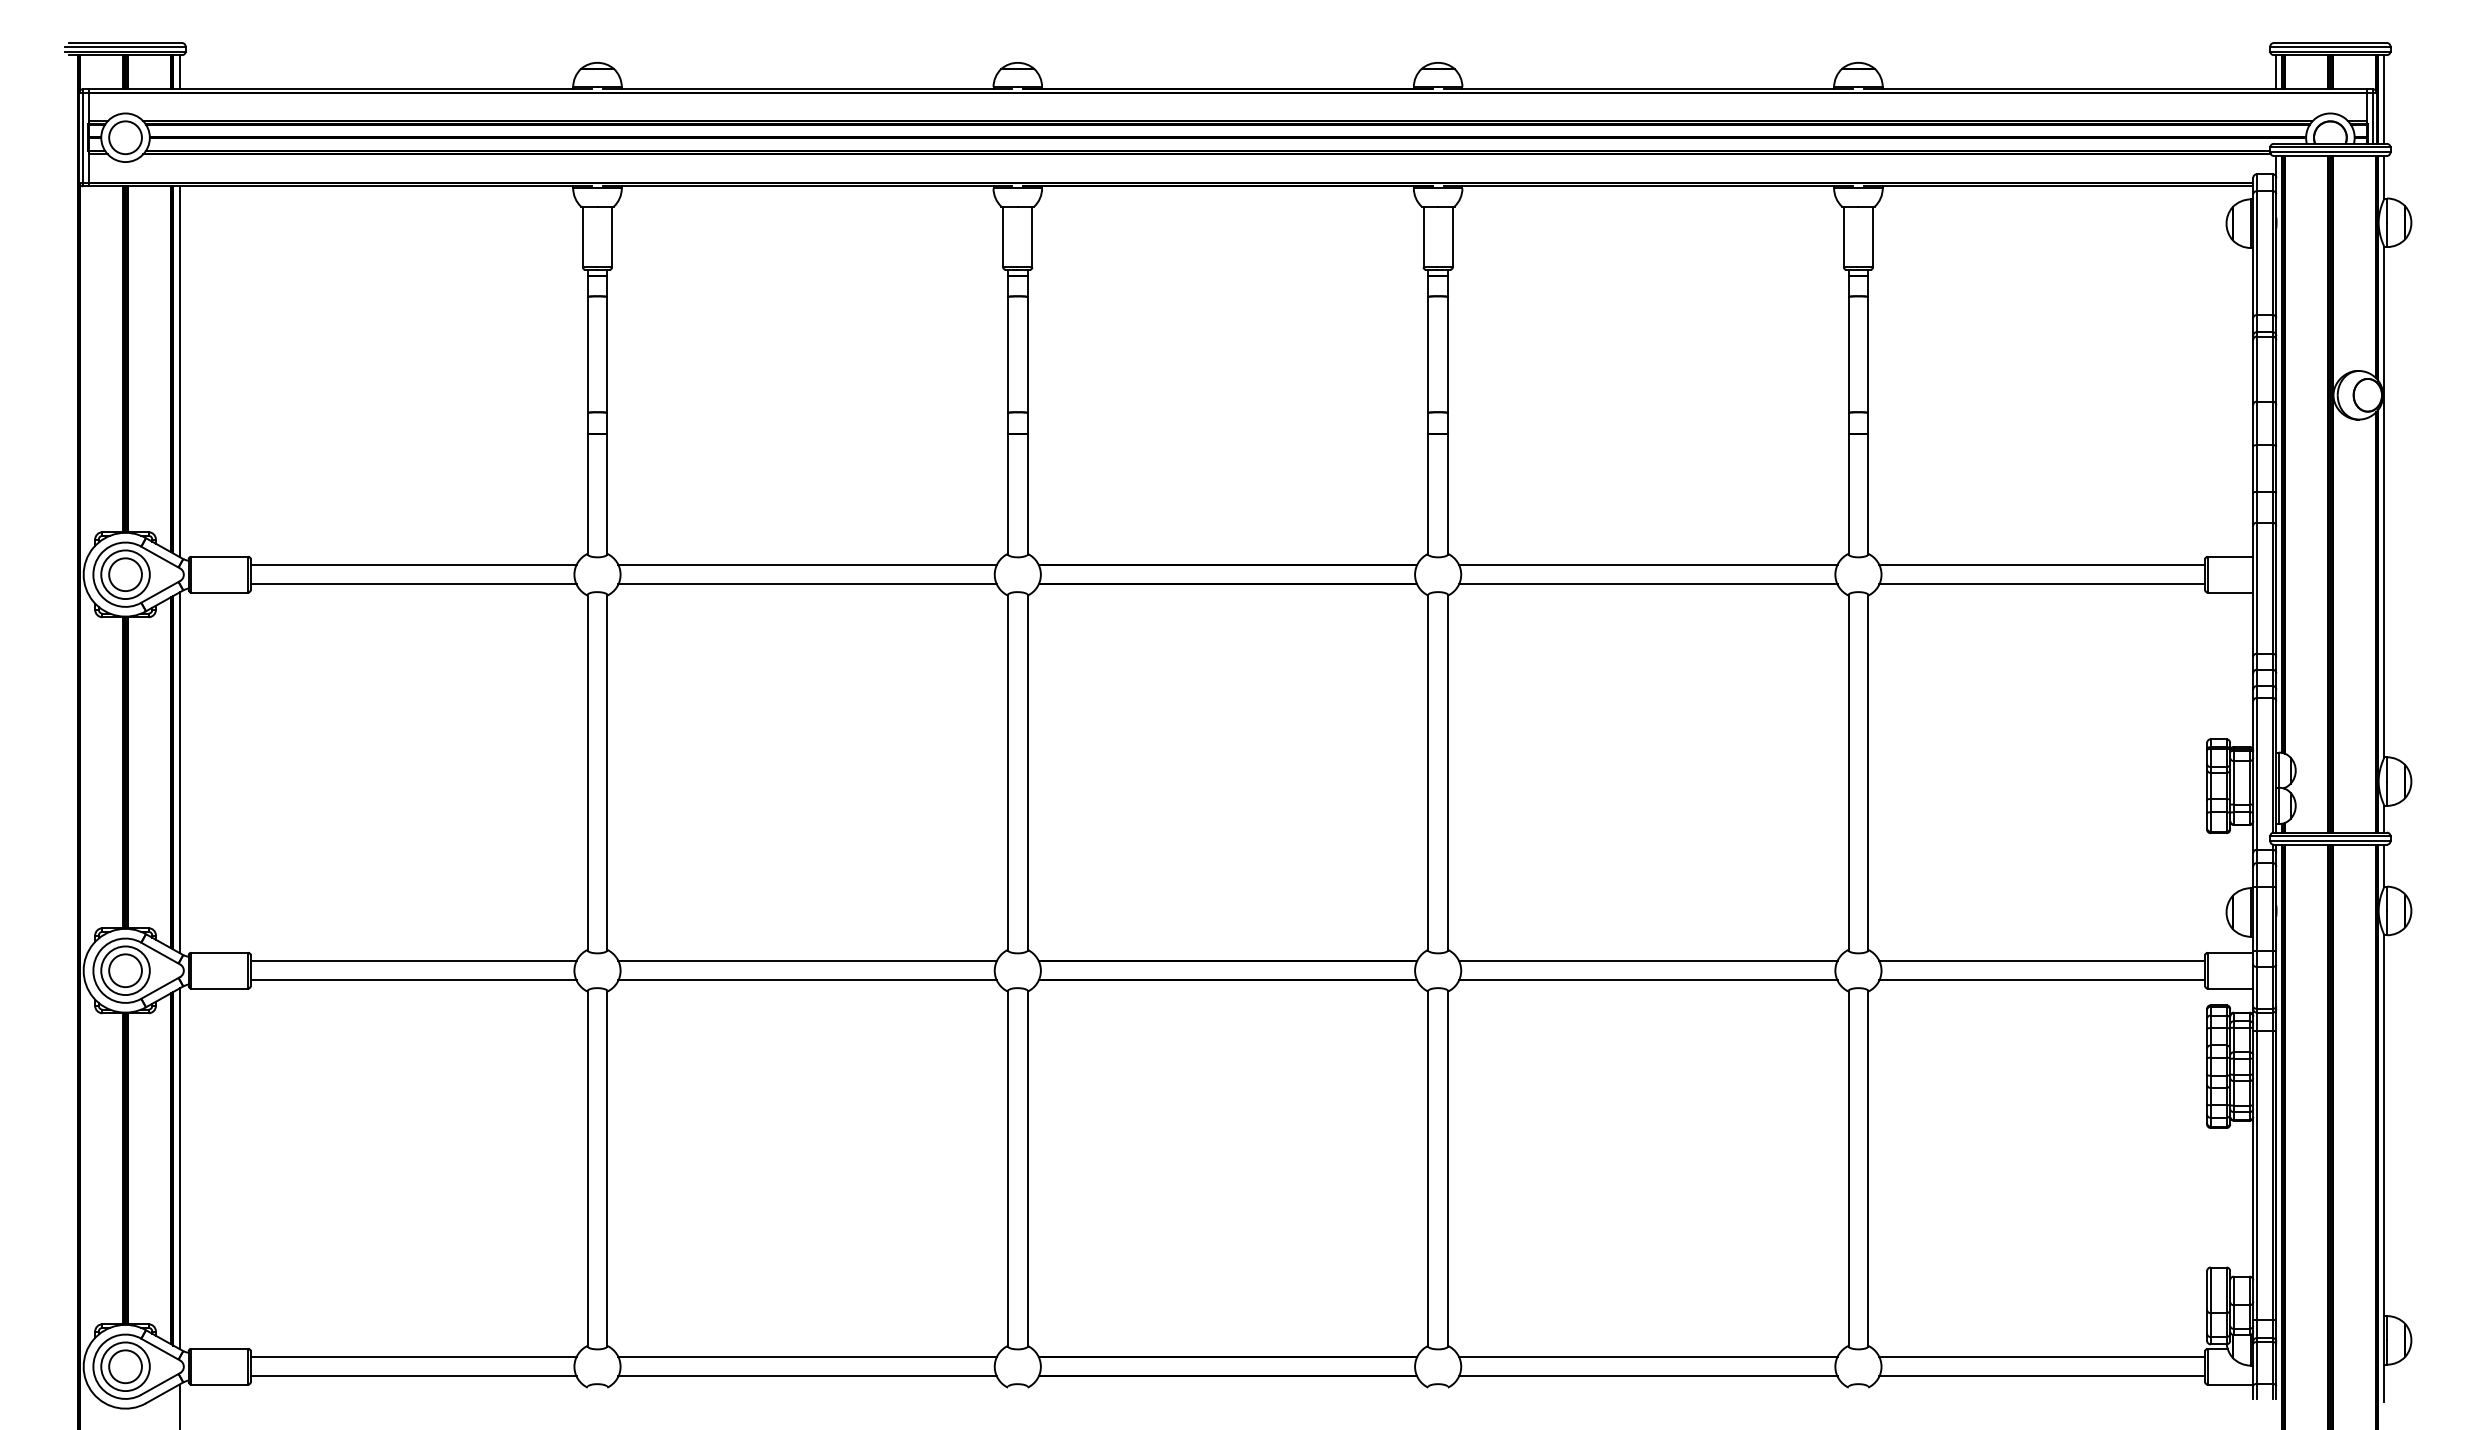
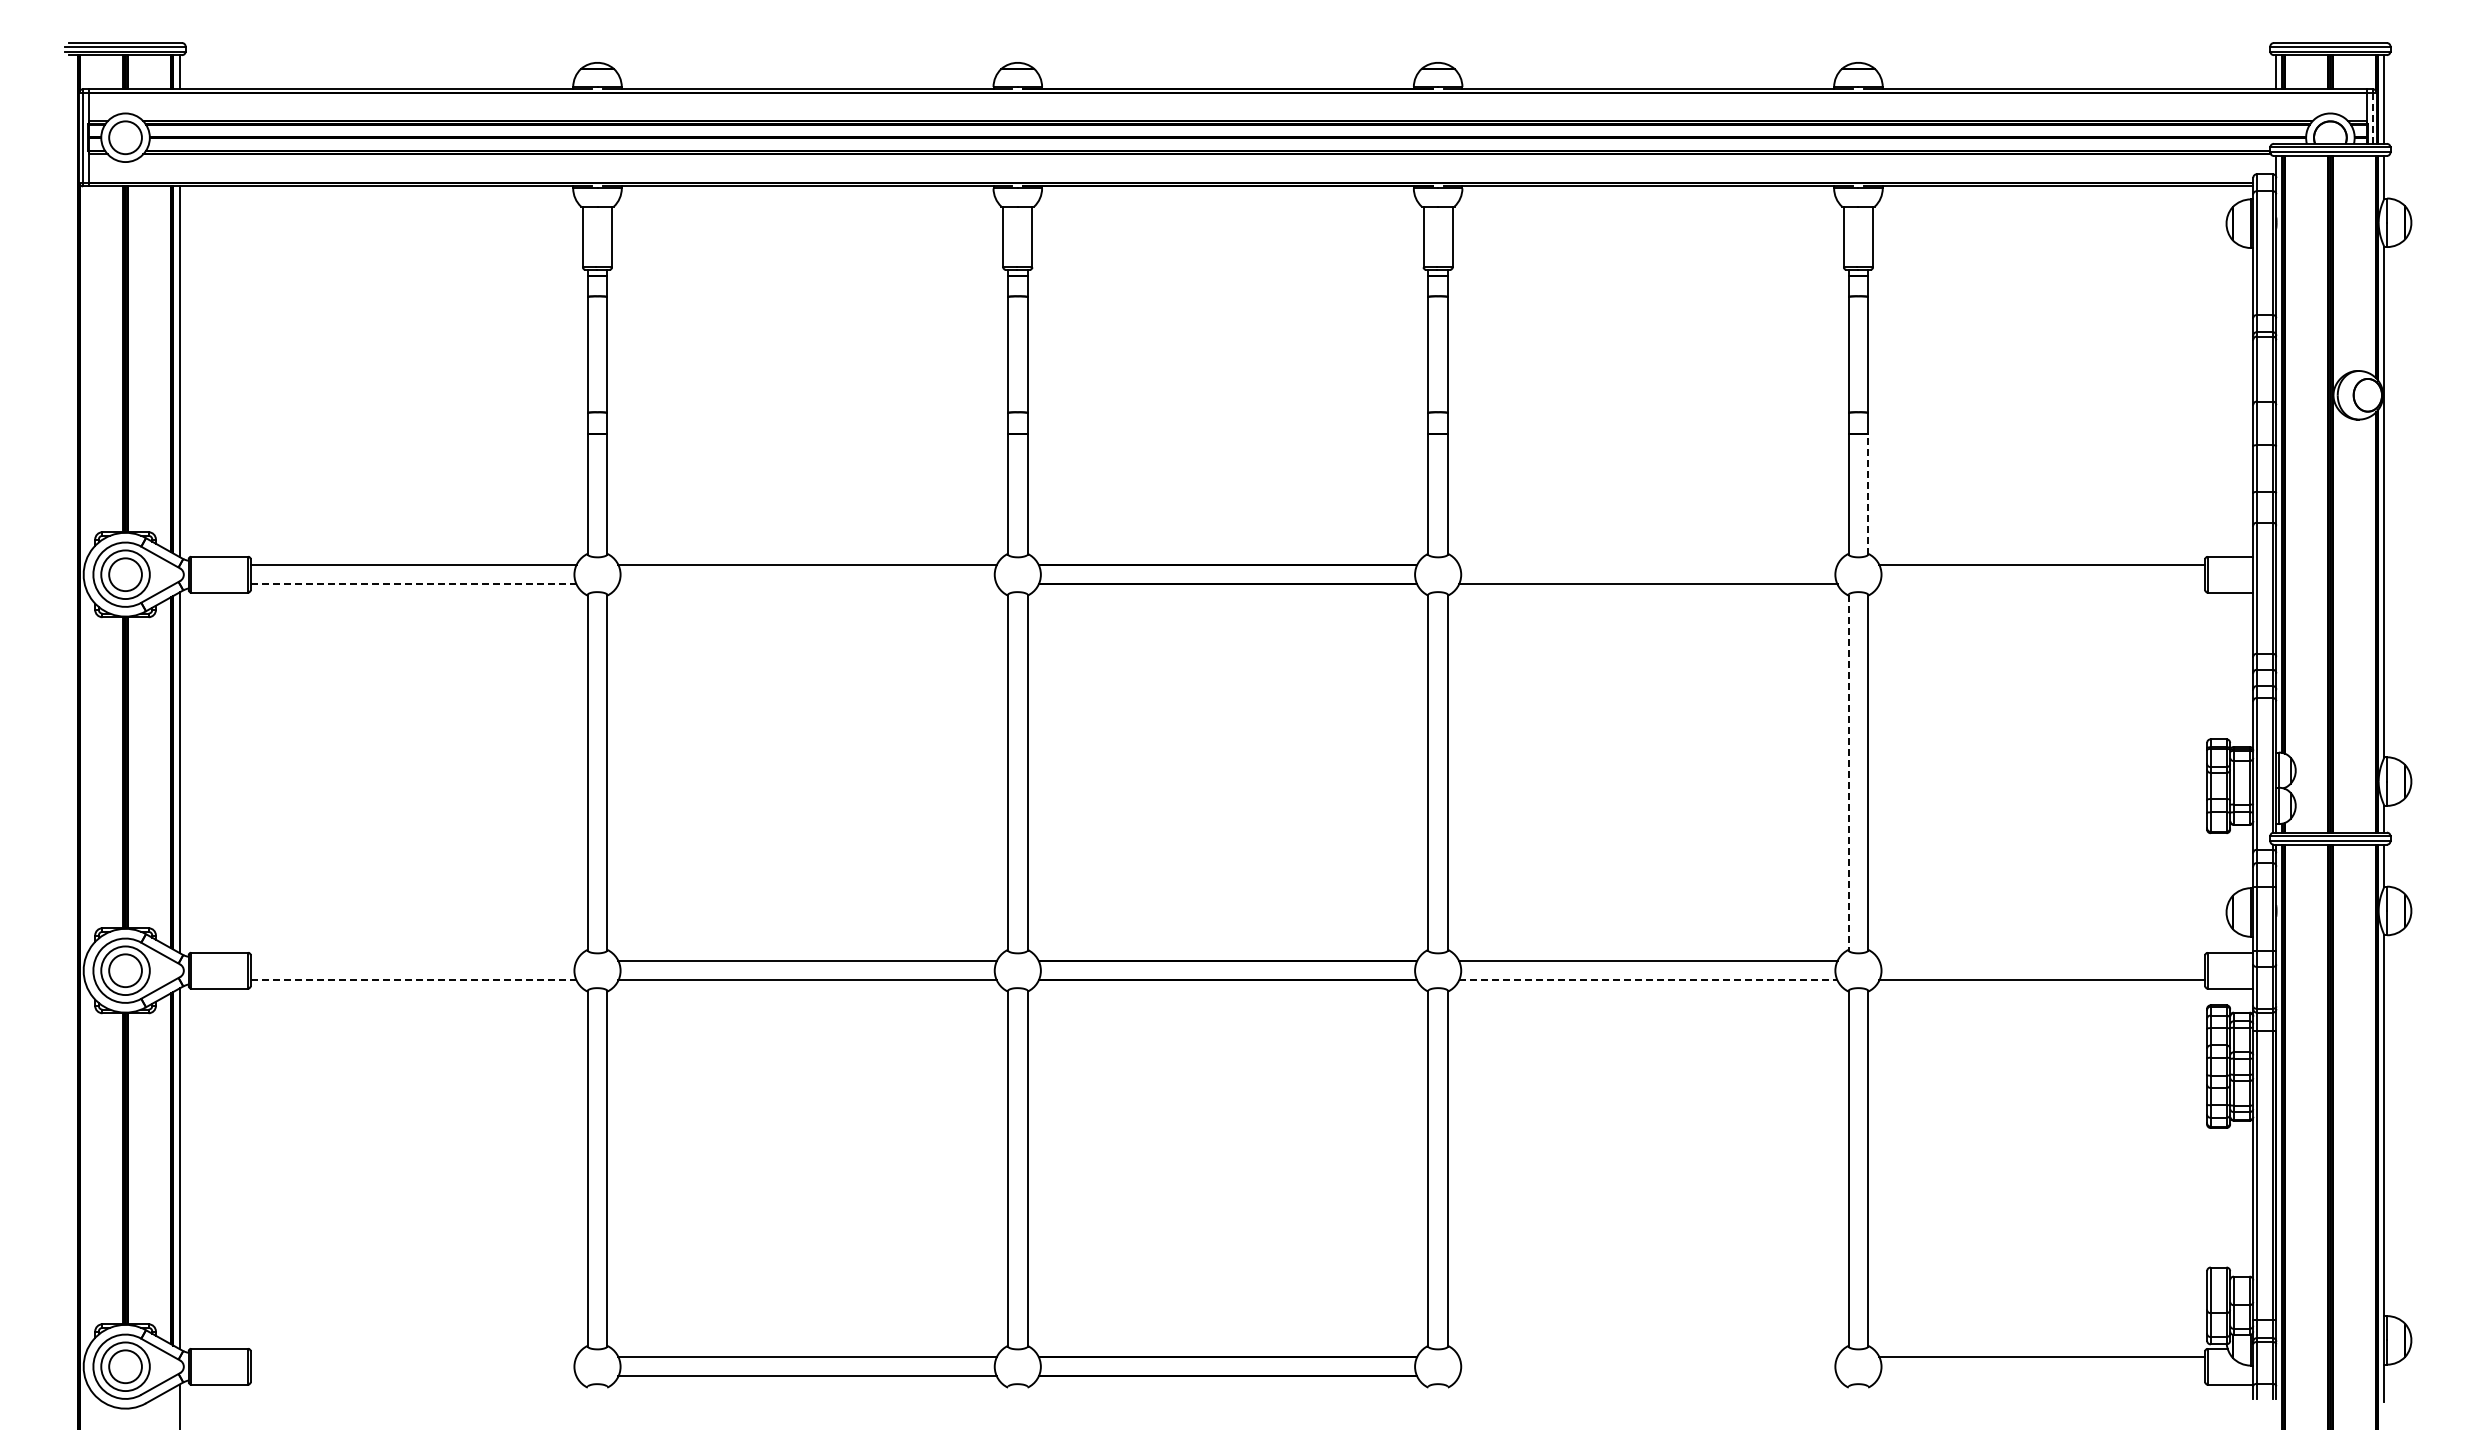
line at (2372, 118): solid -> dashed
line at (1868, 493): solid -> dashed
line at (1648, 565): present -> none
line at (413, 584): solid -> dashed
line at (807, 584): present -> none
line at (2042, 584): present -> none
line at (1848, 772): solid -> dashed
line at (413, 961): present -> none
line at (2042, 961): present -> none
line at (413, 980): solid -> dashed
line at (1648, 980): solid -> dashed
line at (413, 1357): present -> none
line at (1648, 1357): present -> none
line at (413, 1376): present -> none
line at (1648, 1376): present -> none
line at (2042, 1376): present -> none
